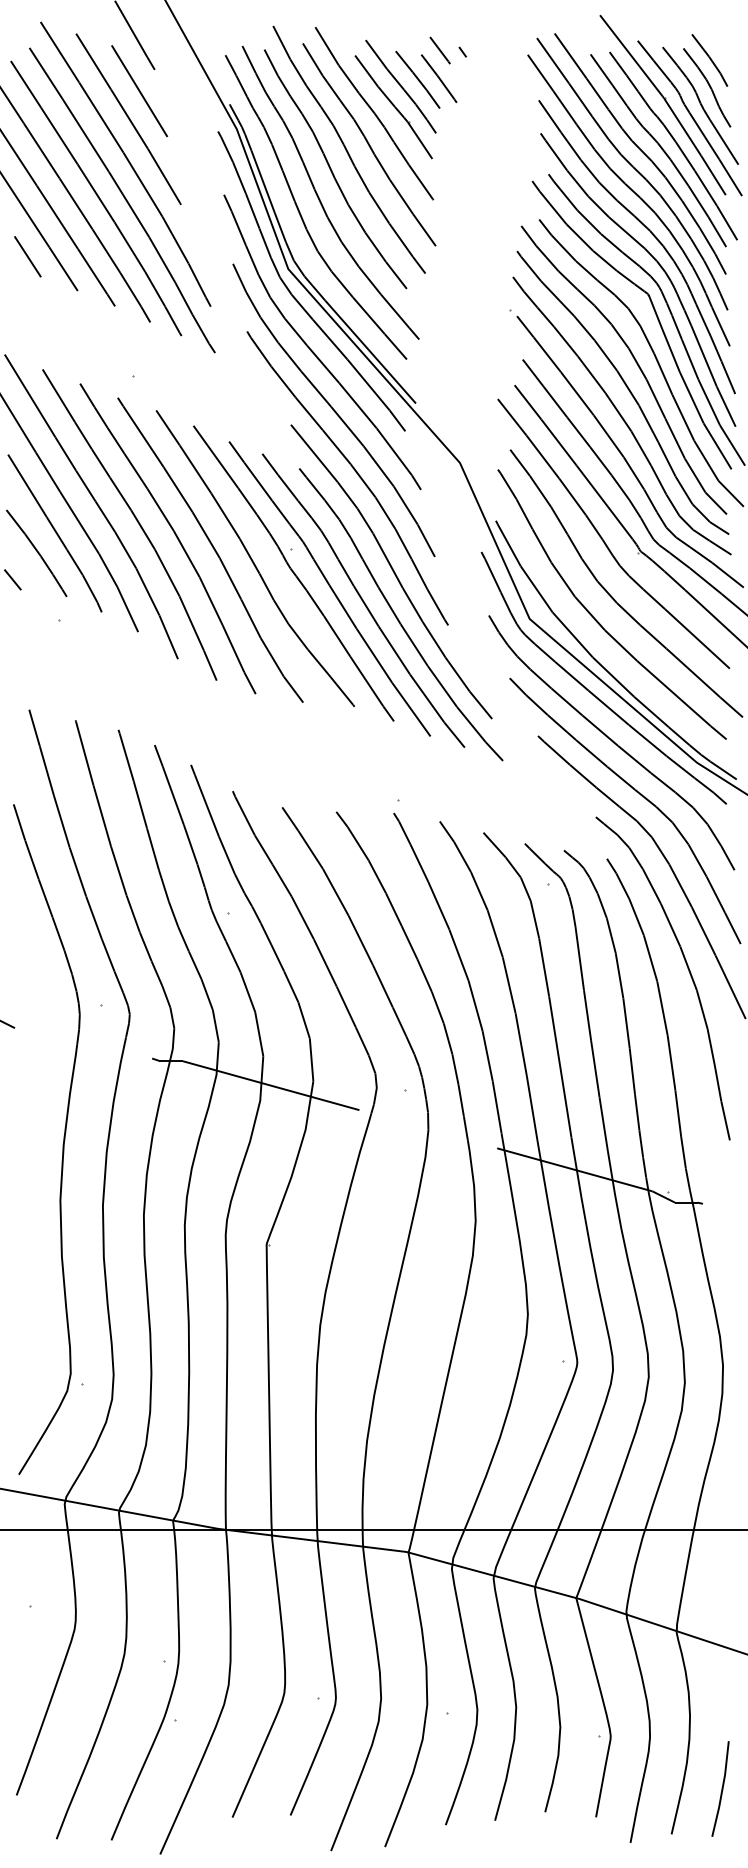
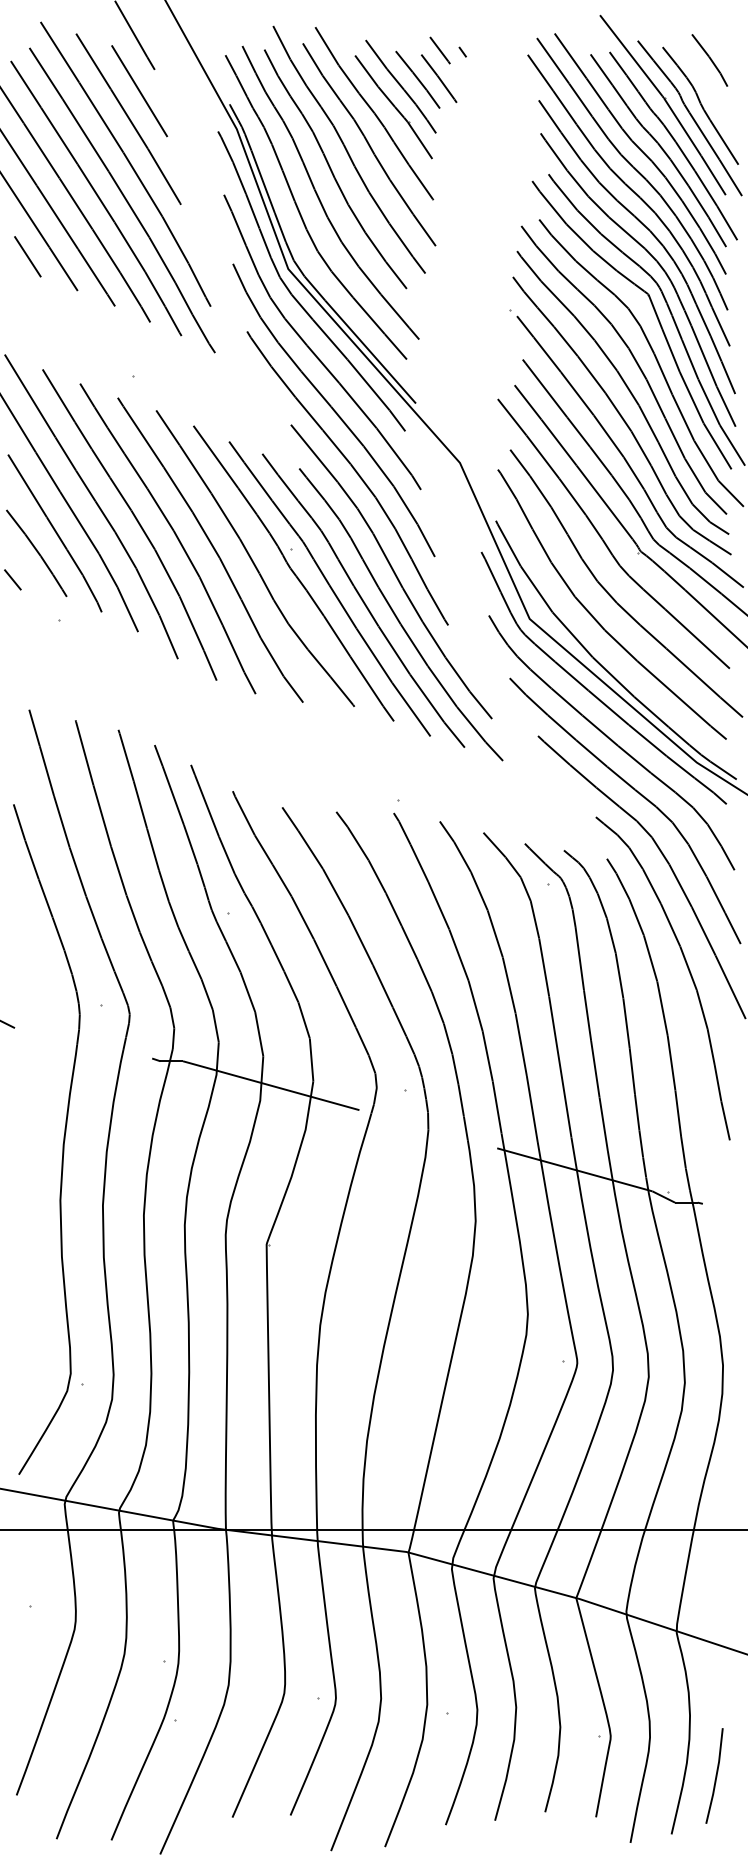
curve at (709, 87): present -> none
line at (721, 1788) position: (721, 1788) -> (715, 1775)
